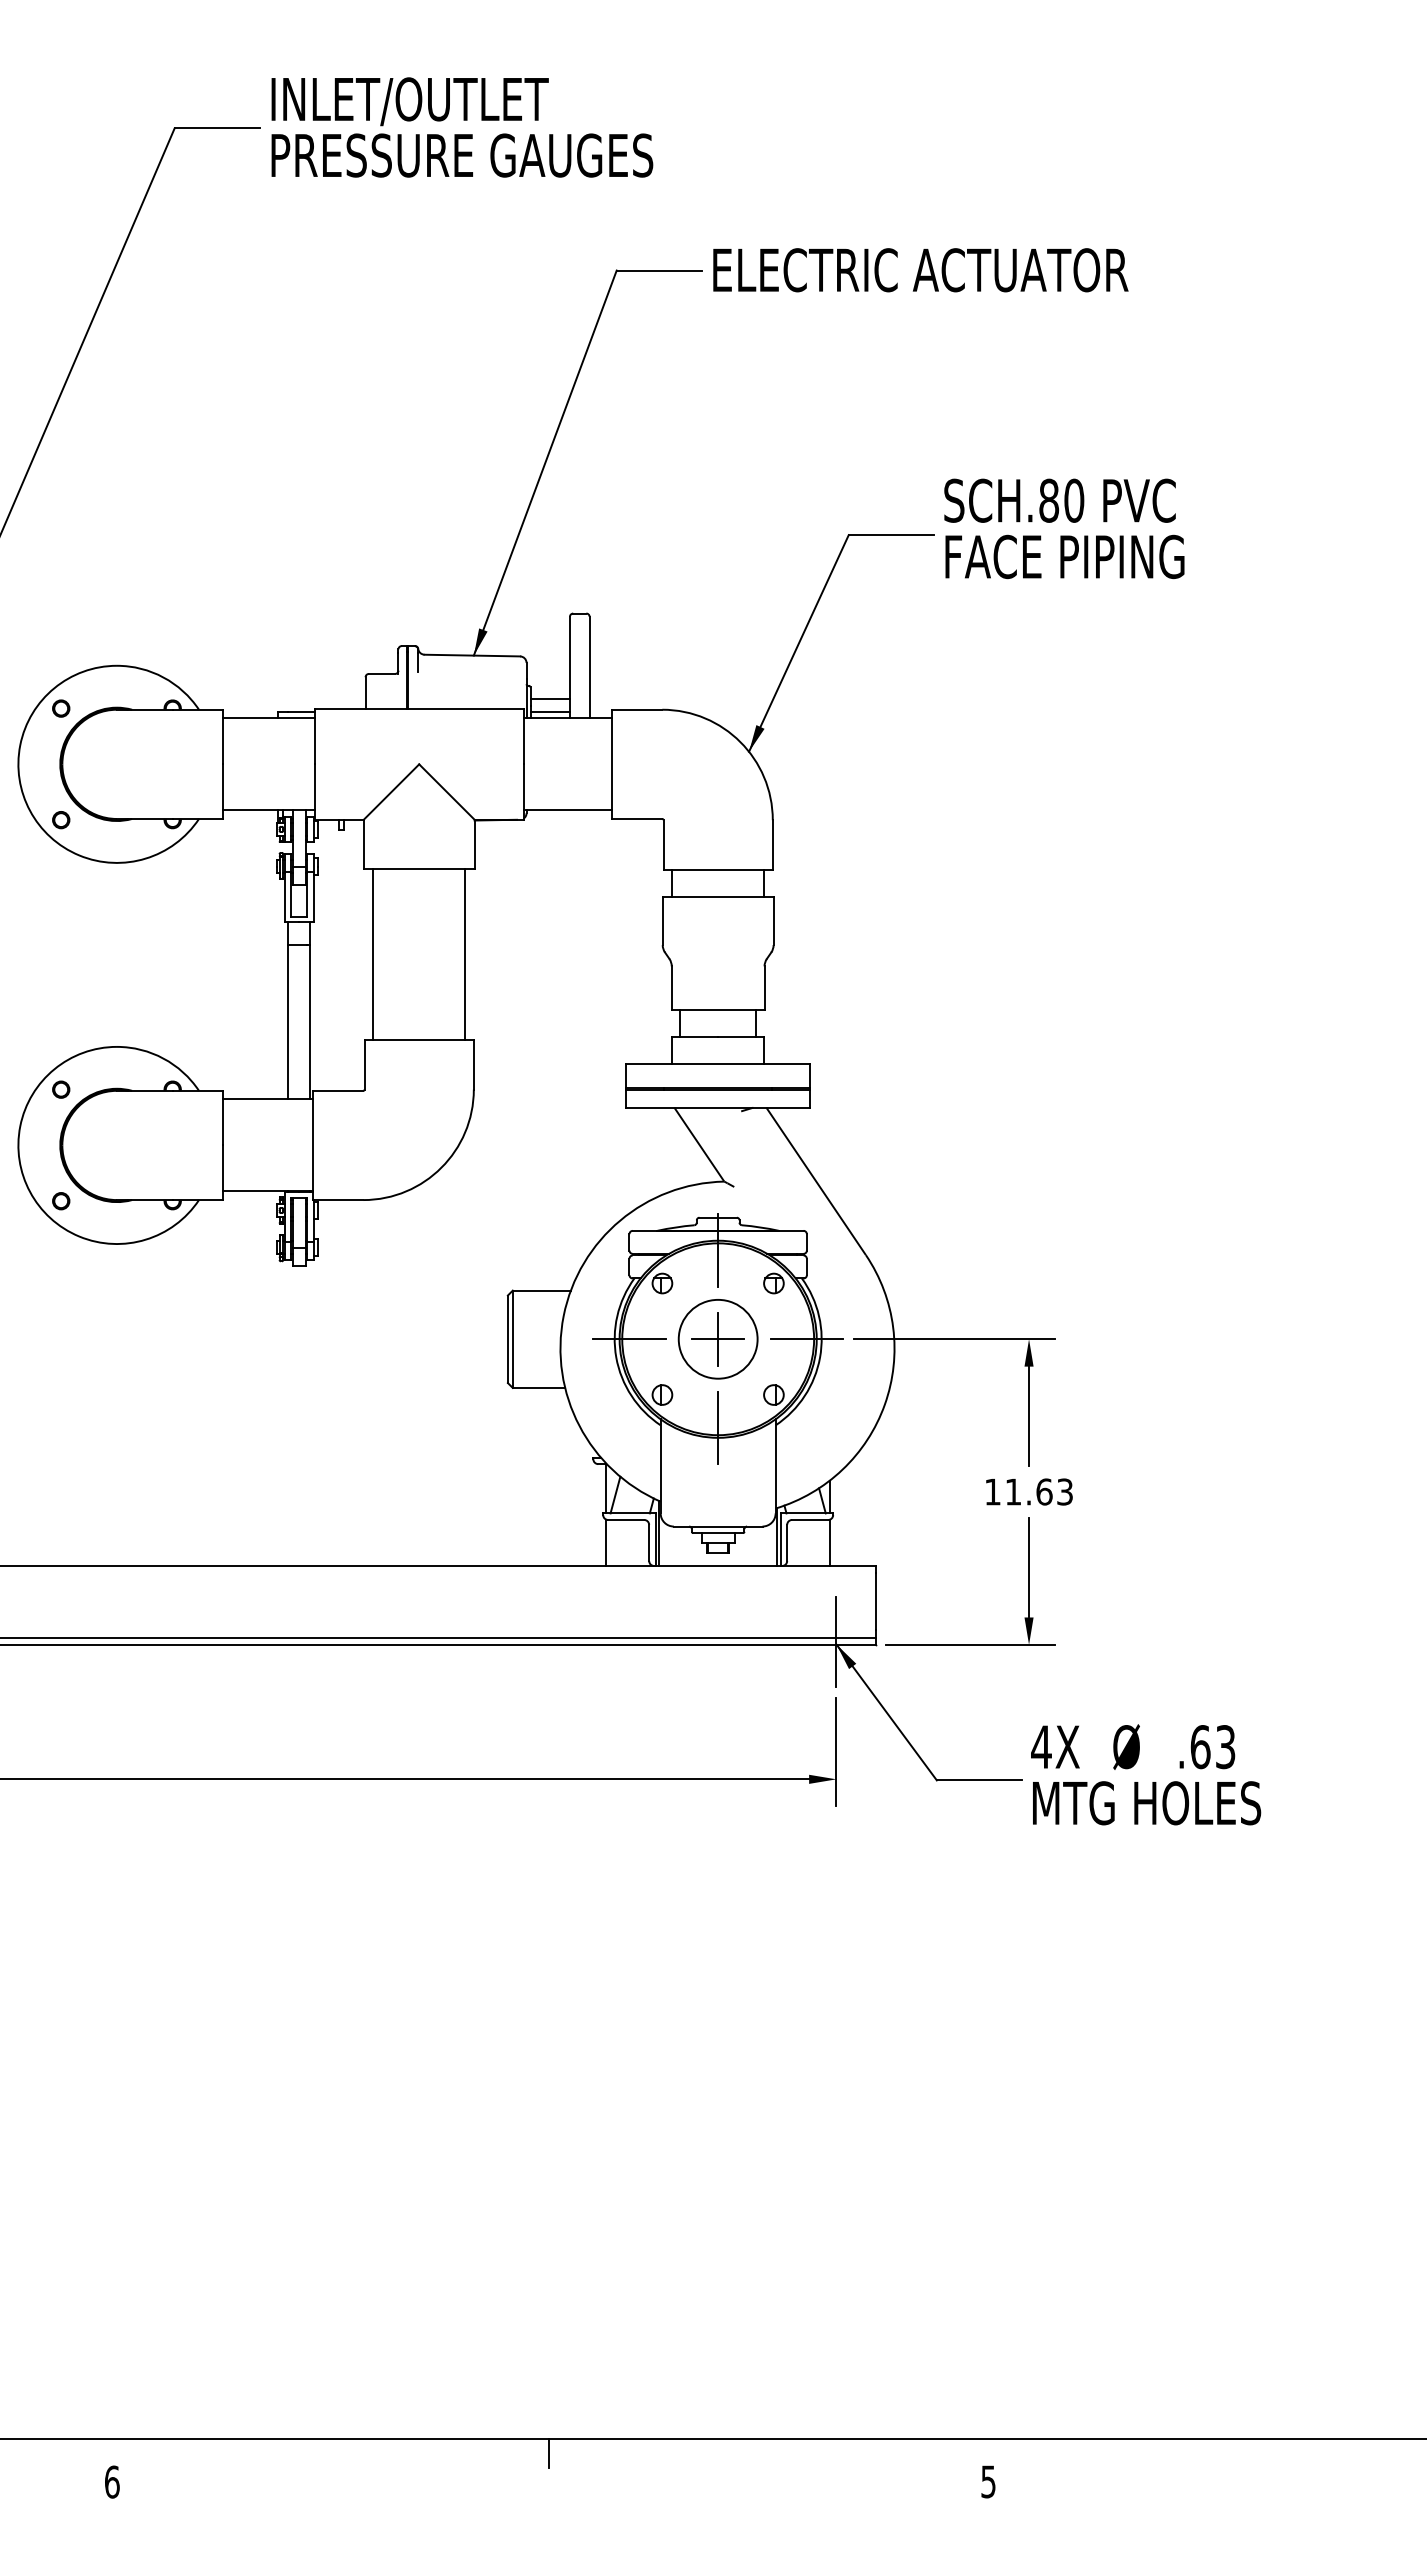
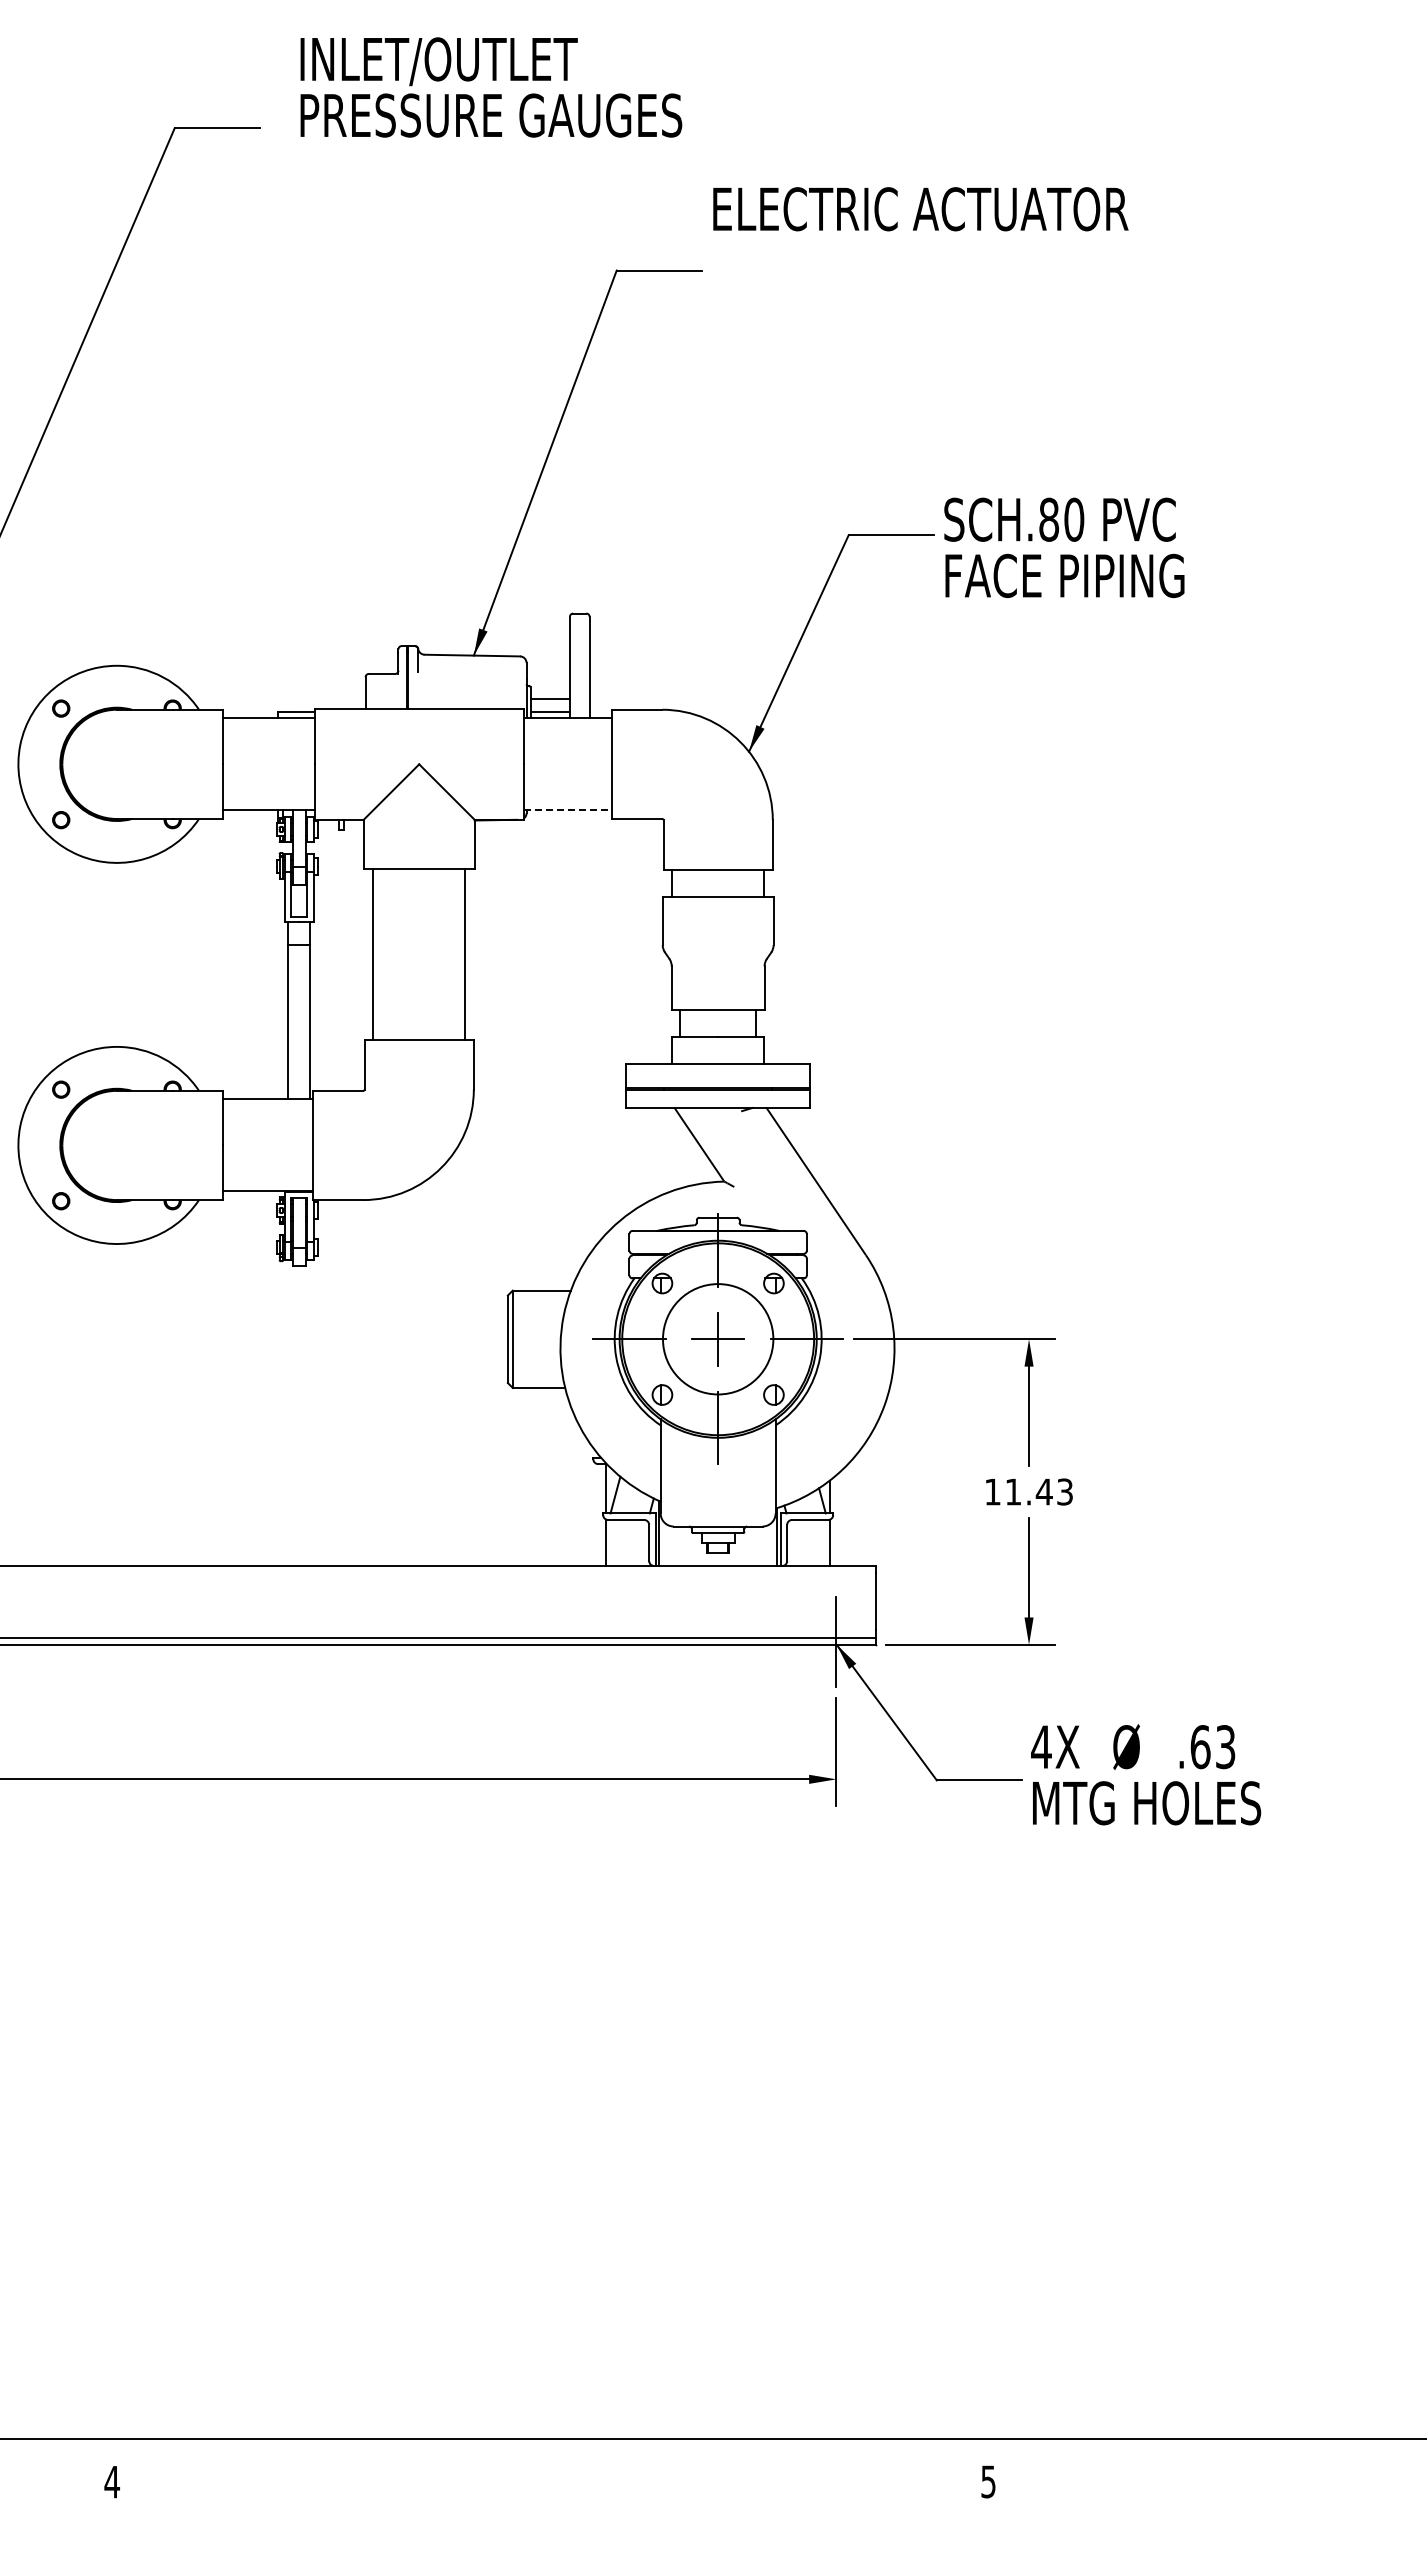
text at (462, 127) position: (462, 127) -> (491, 87)
text at (920, 270) position: (920, 270) -> (920, 209)
text at (1064, 528) position: (1064, 528) -> (1064, 547)
line at (568, 810): solid -> dashed
circle at (717, 1338) diameter: 79 px -> 110 px
text at (1043, 1491): 11.63 -> 11.43
line at (548, 2452): present -> none
text at (112, 2481): 6 -> 4
